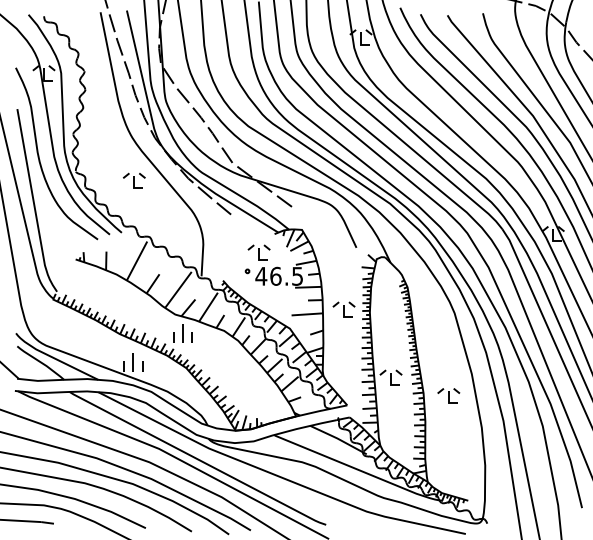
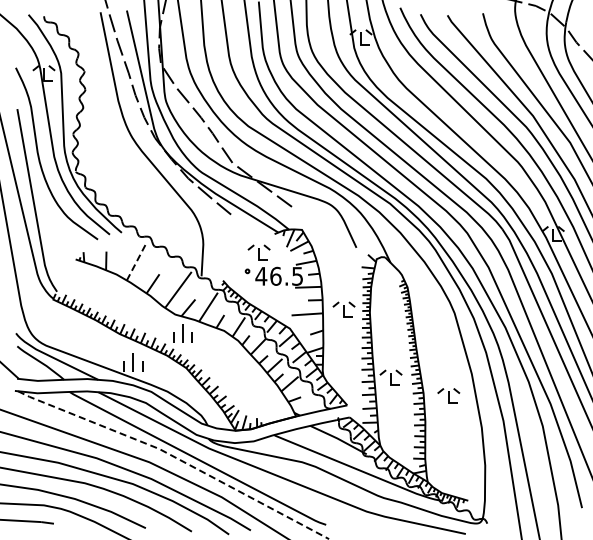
part at (134, 180): present -> none
line at (137, 261): solid -> dashed
line at (175, 457): solid -> dashed
